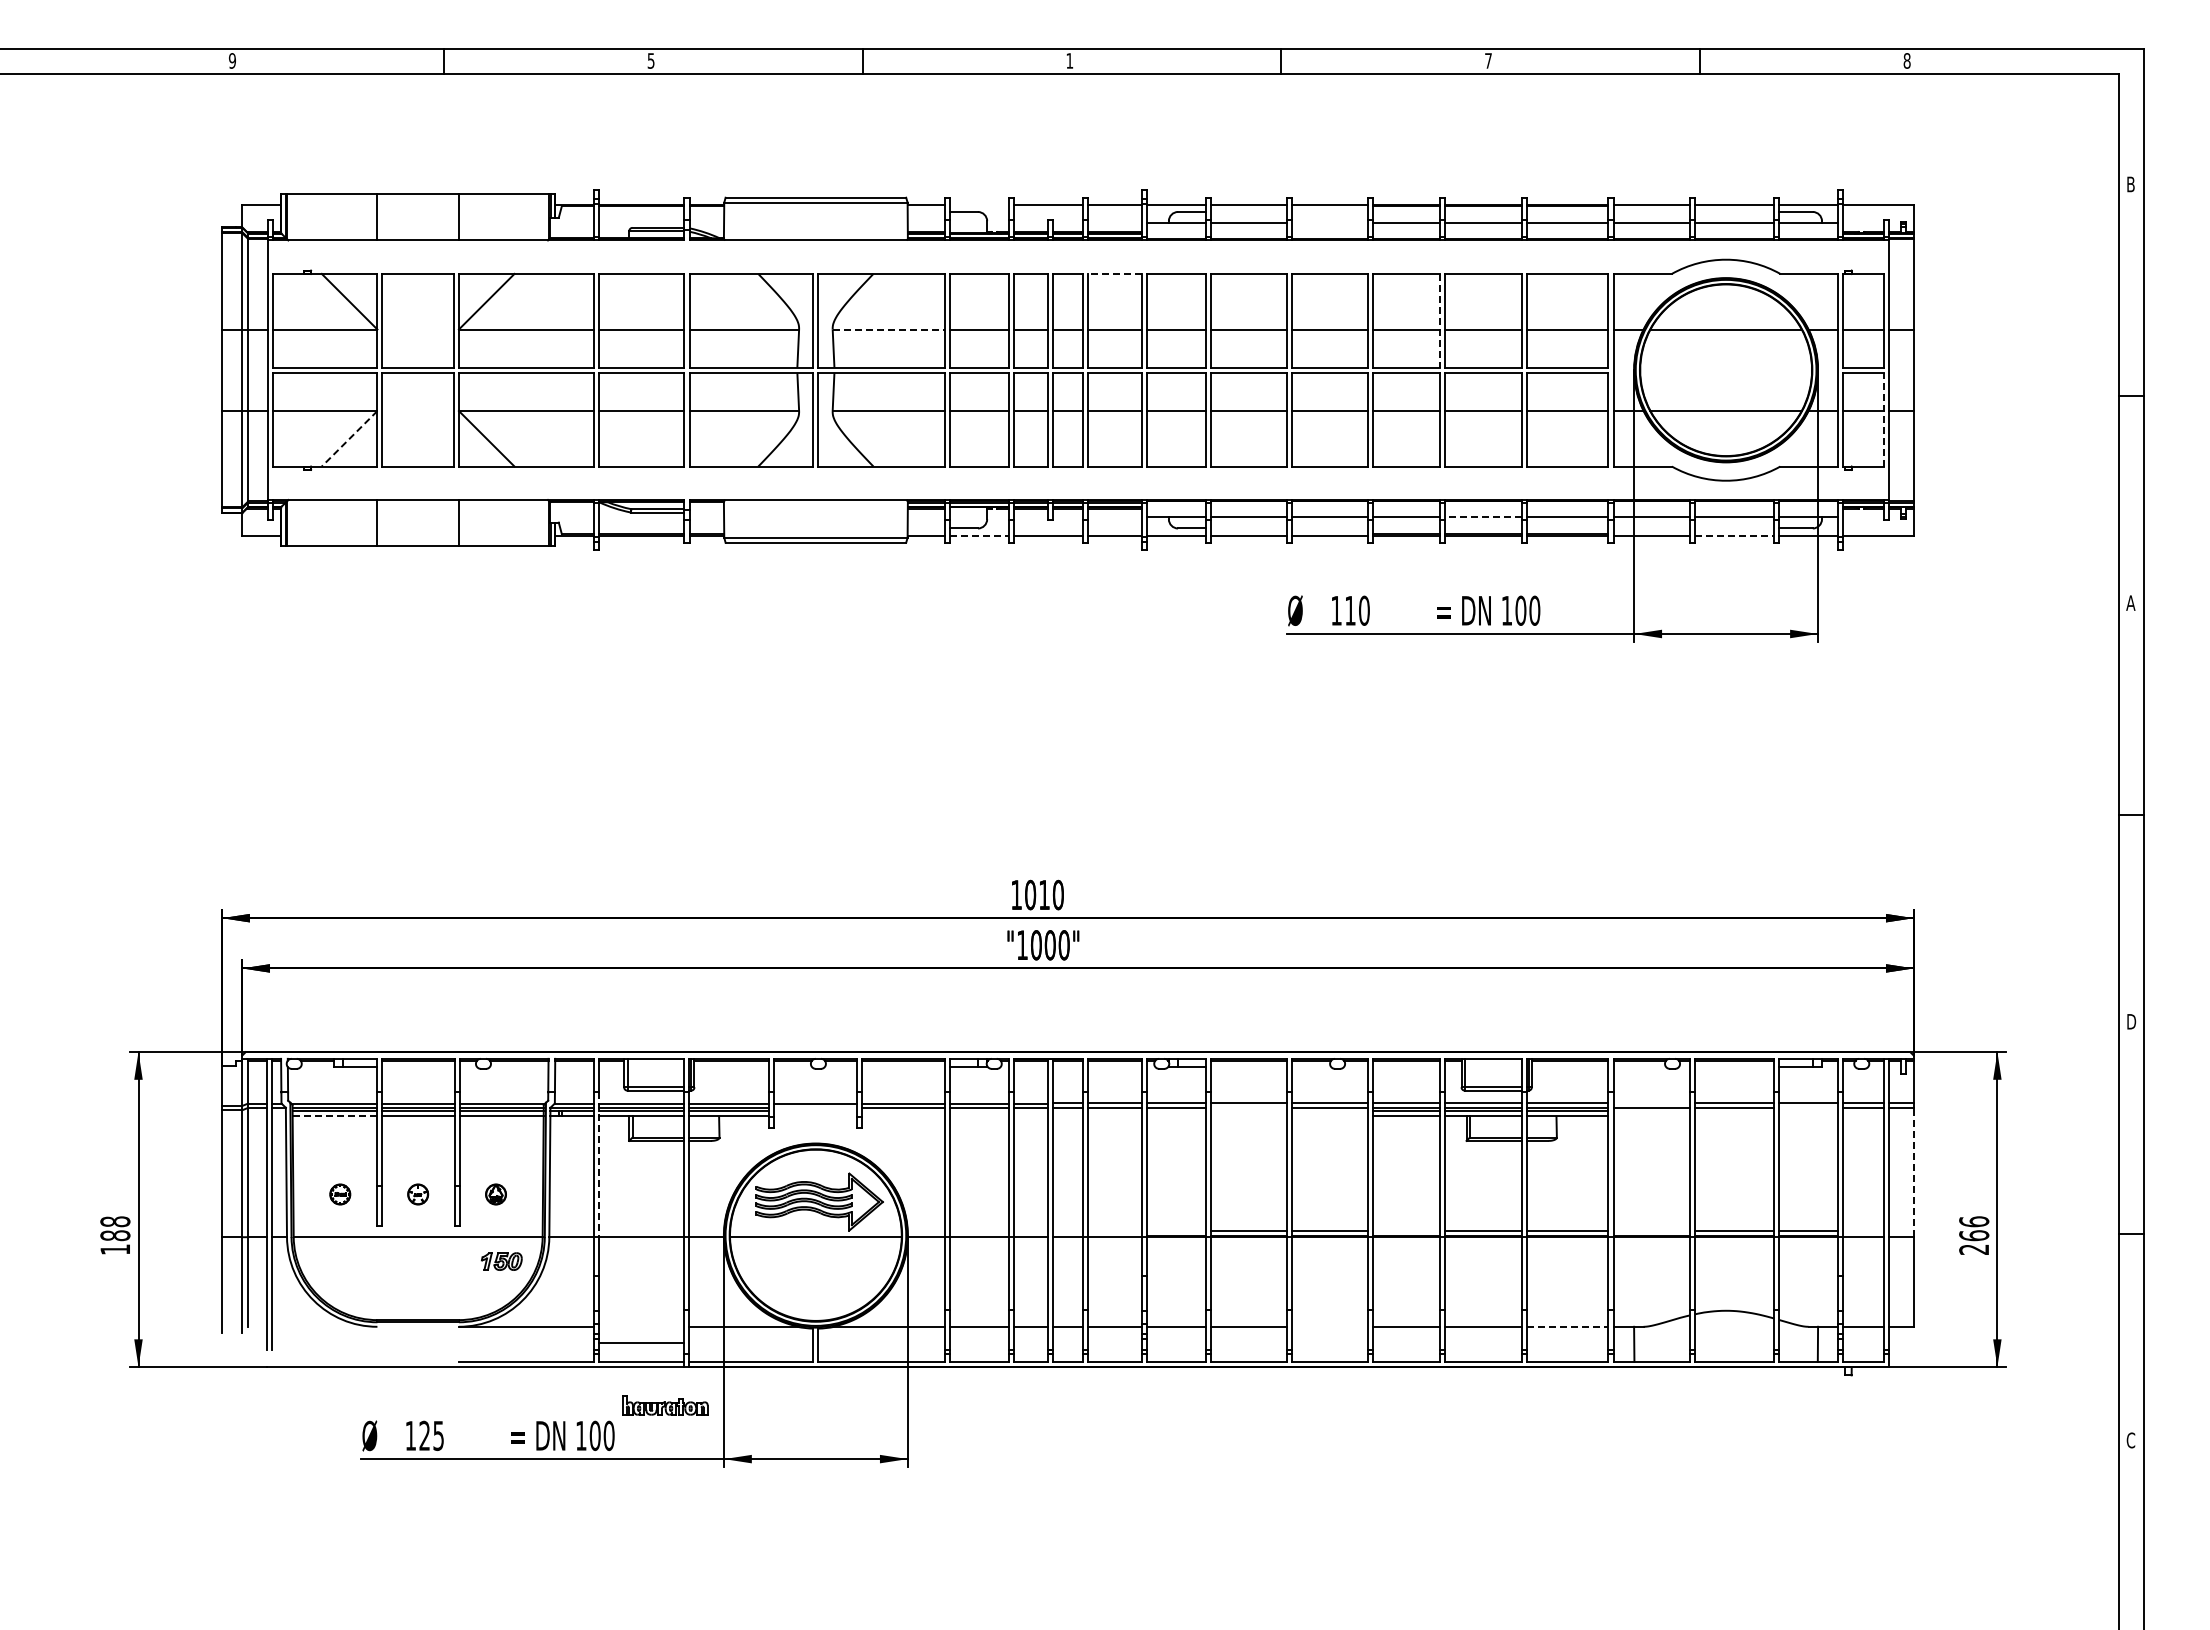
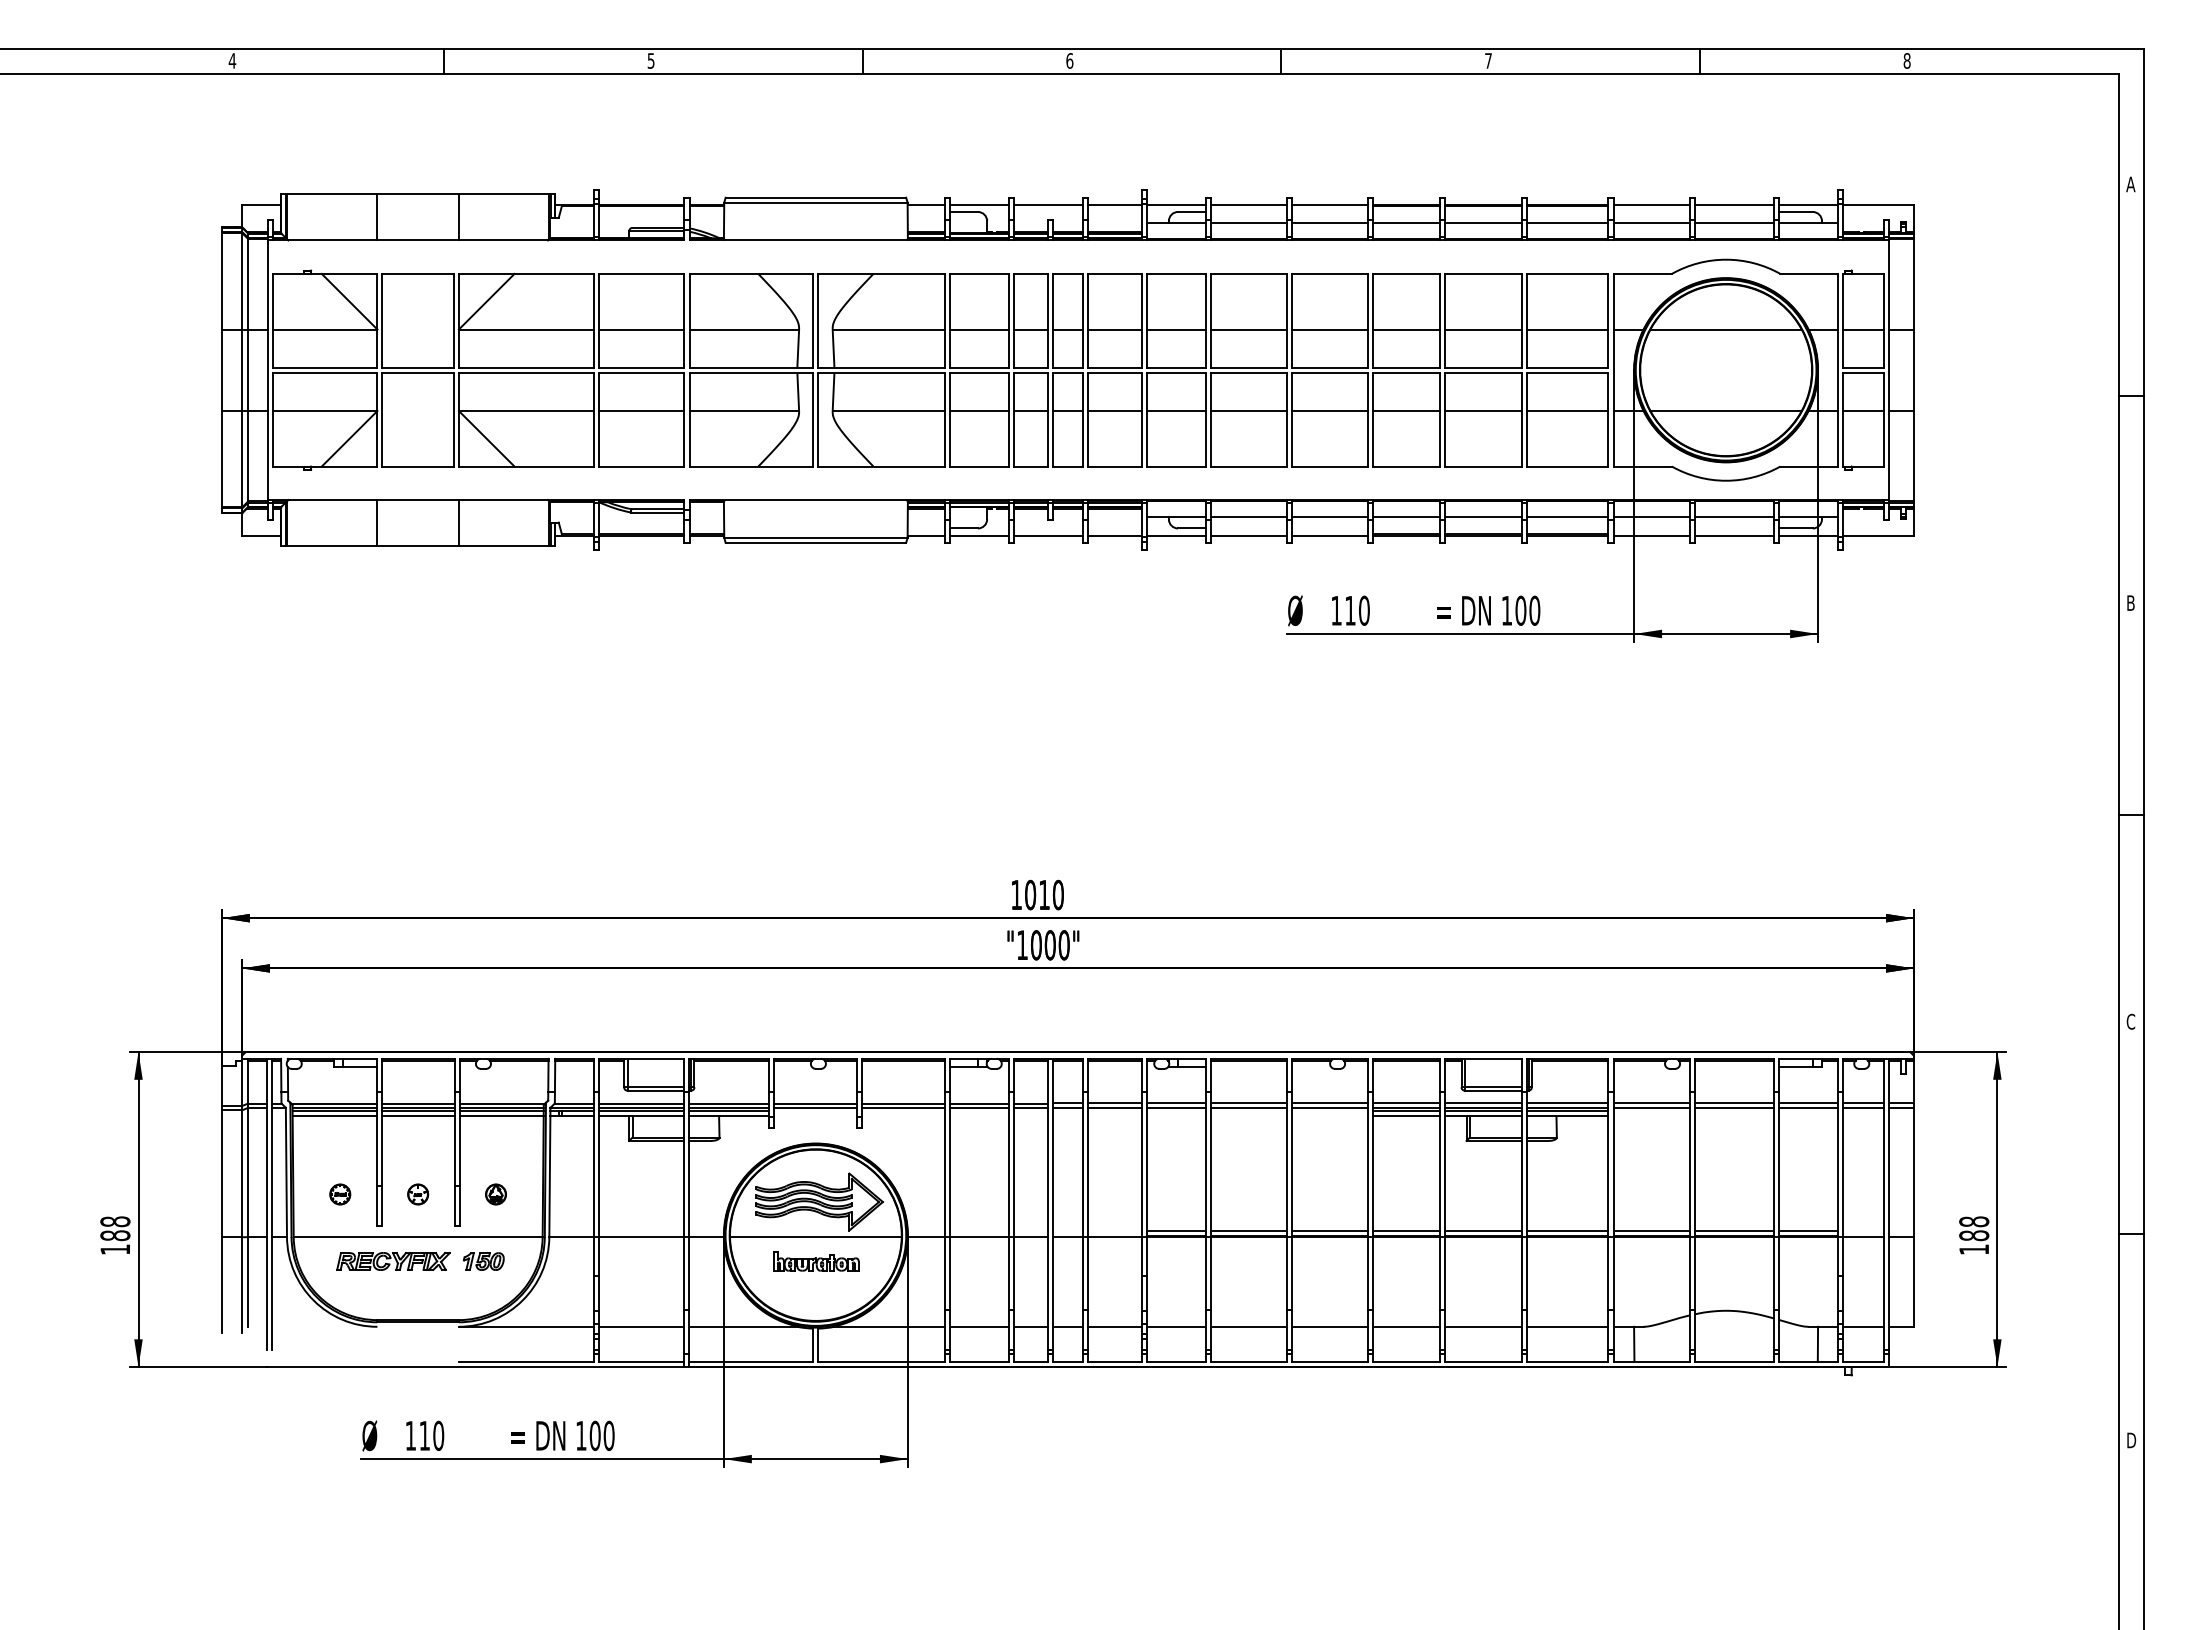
text at (232, 60): 9 -> 4
text at (1069, 60): 1 -> 6
text at (2130, 184): B -> A
line at (979, 204): none -> present
line at (1329, 223): none -> present
line at (1114, 273): dashed -> solid
line at (1439, 320): dashed -> solid
line at (889, 329): dashed -> solid
line at (1883, 419): dashed -> solid
line at (349, 439): dashed -> solid
line at (1483, 517): dashed -> solid
line at (980, 535): dashed -> solid
line at (1734, 535): dashed -> solid
text at (2130, 602): A -> B
text at (2131, 1021): D -> C
line at (1651, 1103): none -> present
line at (815, 1107): none -> present
line at (1248, 1107): none -> present
line at (1808, 1107): none -> present
line at (335, 1115): dashed -> solid
line at (598, 1165): dashed -> solid
line at (1913, 1172): dashed -> solid
line at (1176, 1231): none -> present
line at (1406, 1231): none -> present
line at (1651, 1231): none -> present
text at (1974, 1235): 266 -> 188
part at (393, 1261): none -> present
part at (501, 1261) position: (501, 1261) -> (483, 1261)
line at (1329, 1326): none -> present
line at (1567, 1326): dashed -> solid
line at (641, 1342) position: (641, 1342) -> (641, 1326)
part at (665, 1405) position: (665, 1405) -> (816, 1261)
text at (431, 1435): 125 -> 110
text at (2131, 1440): C -> D
